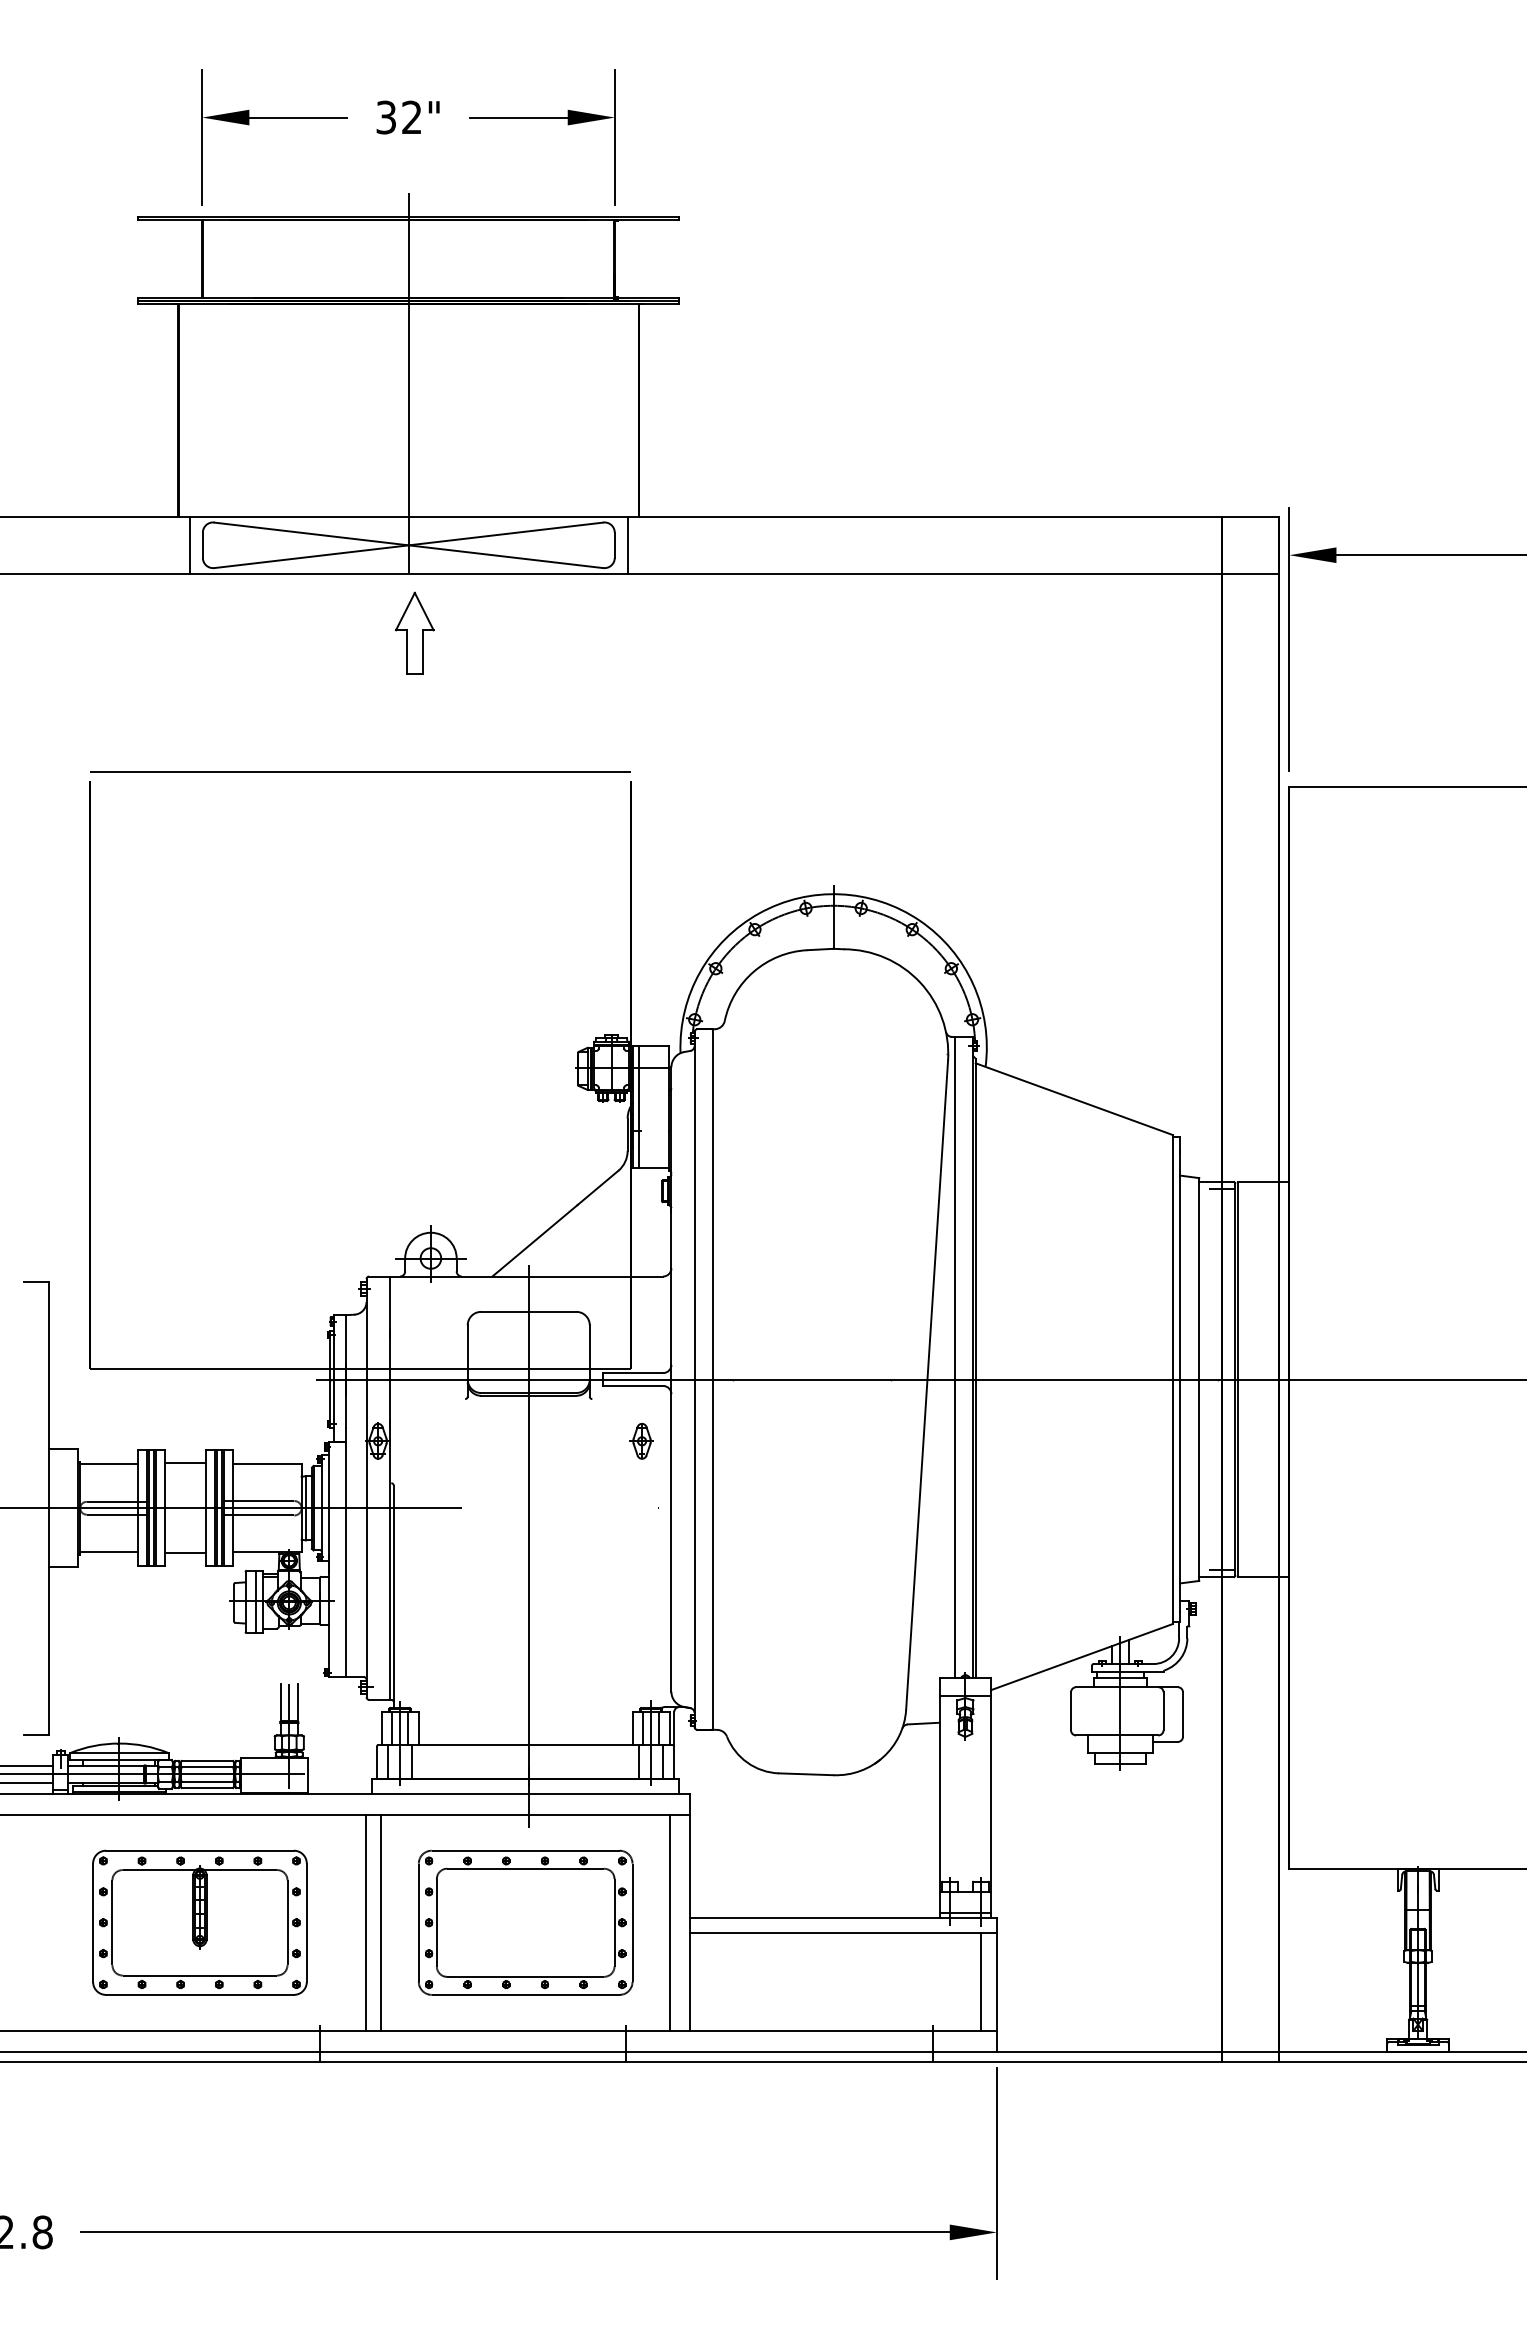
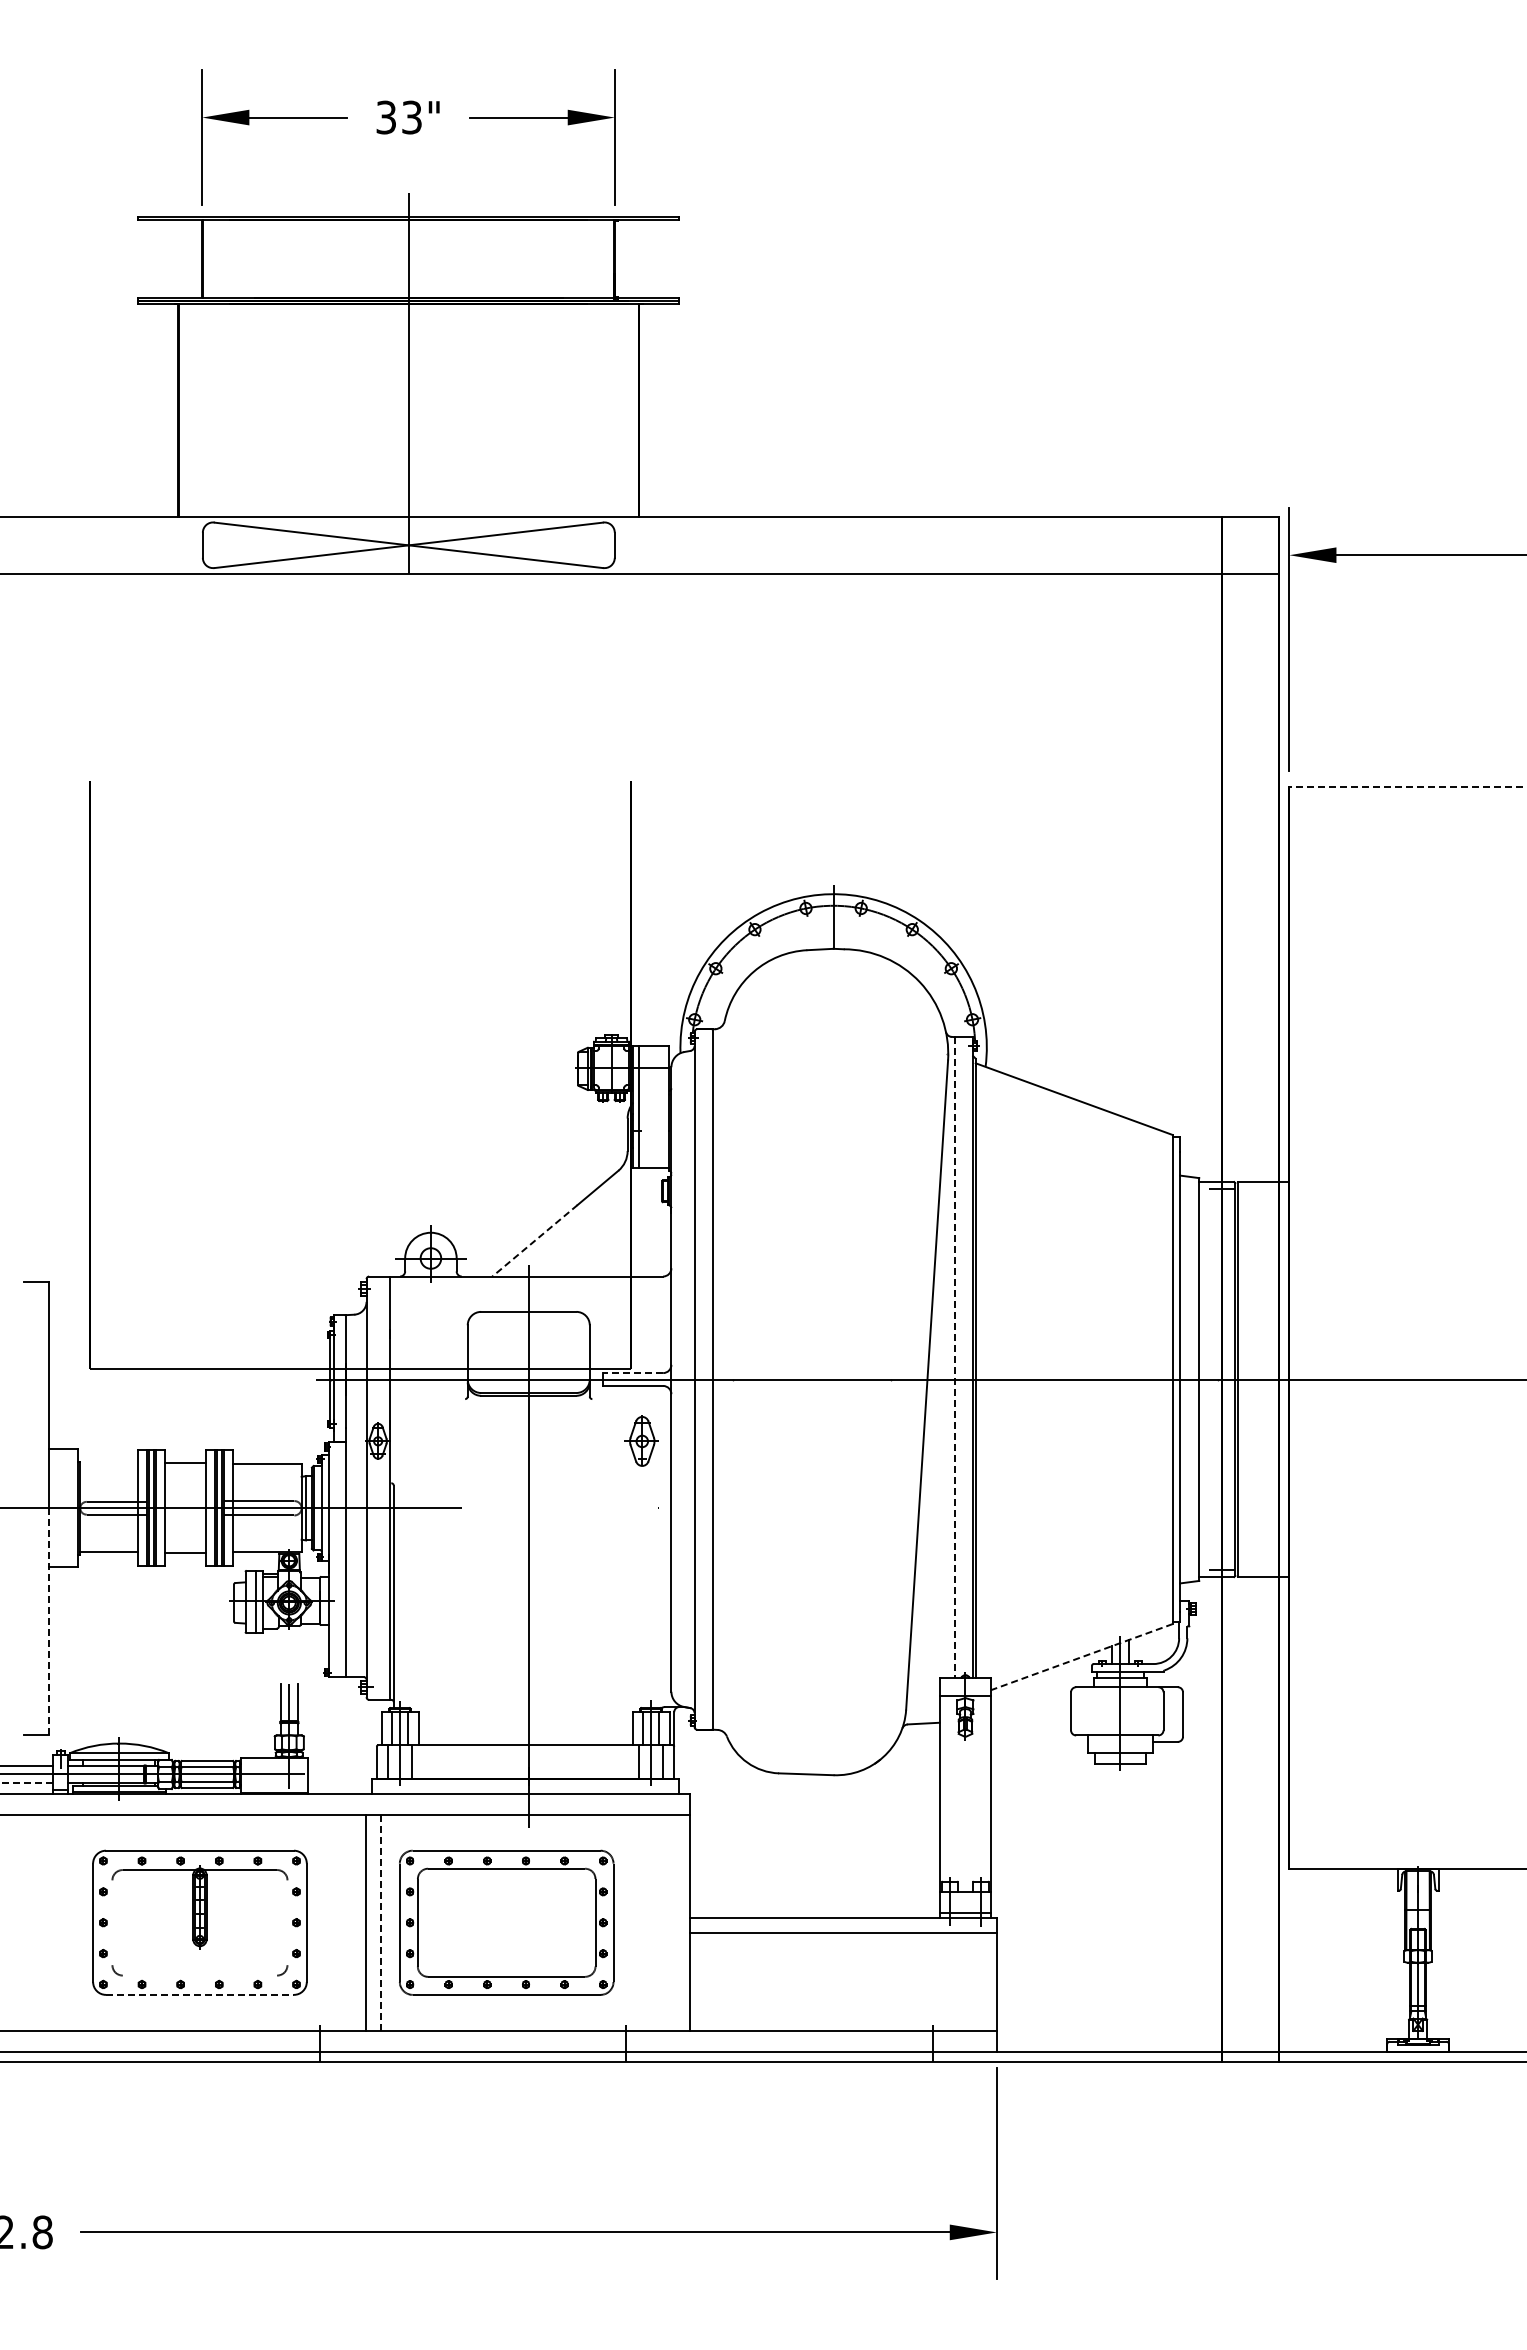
text at (411, 117): 32" -> 33"
line at (190, 545): present -> none
line at (627, 545): present -> none
part at (414, 632): present -> none
line at (360, 771): present -> none
line at (1407, 787): solid -> dashed
line at (534, 1240): solid -> dashed
line at (954, 1357): solid -> dashed
line at (632, 1373): solid -> dashed
part at (641, 1440) size: 25x38 px -> 35x52 px
line at (109, 1464): present -> none
line at (49, 1621): solid -> dashed
line at (1082, 1657): solid -> dashed
line at (26, 1783): solid -> dashed
line at (112, 1922): present -> none
line at (287, 1922): present -> none
line at (381, 1922): solid -> dashed
part at (525, 1922) position: (525, 1922) -> (506, 1922)
line at (669, 1922): present -> none
line at (199, 1975): present -> none
line at (981, 1981): present -> none
line at (199, 1994): solid -> dashed
